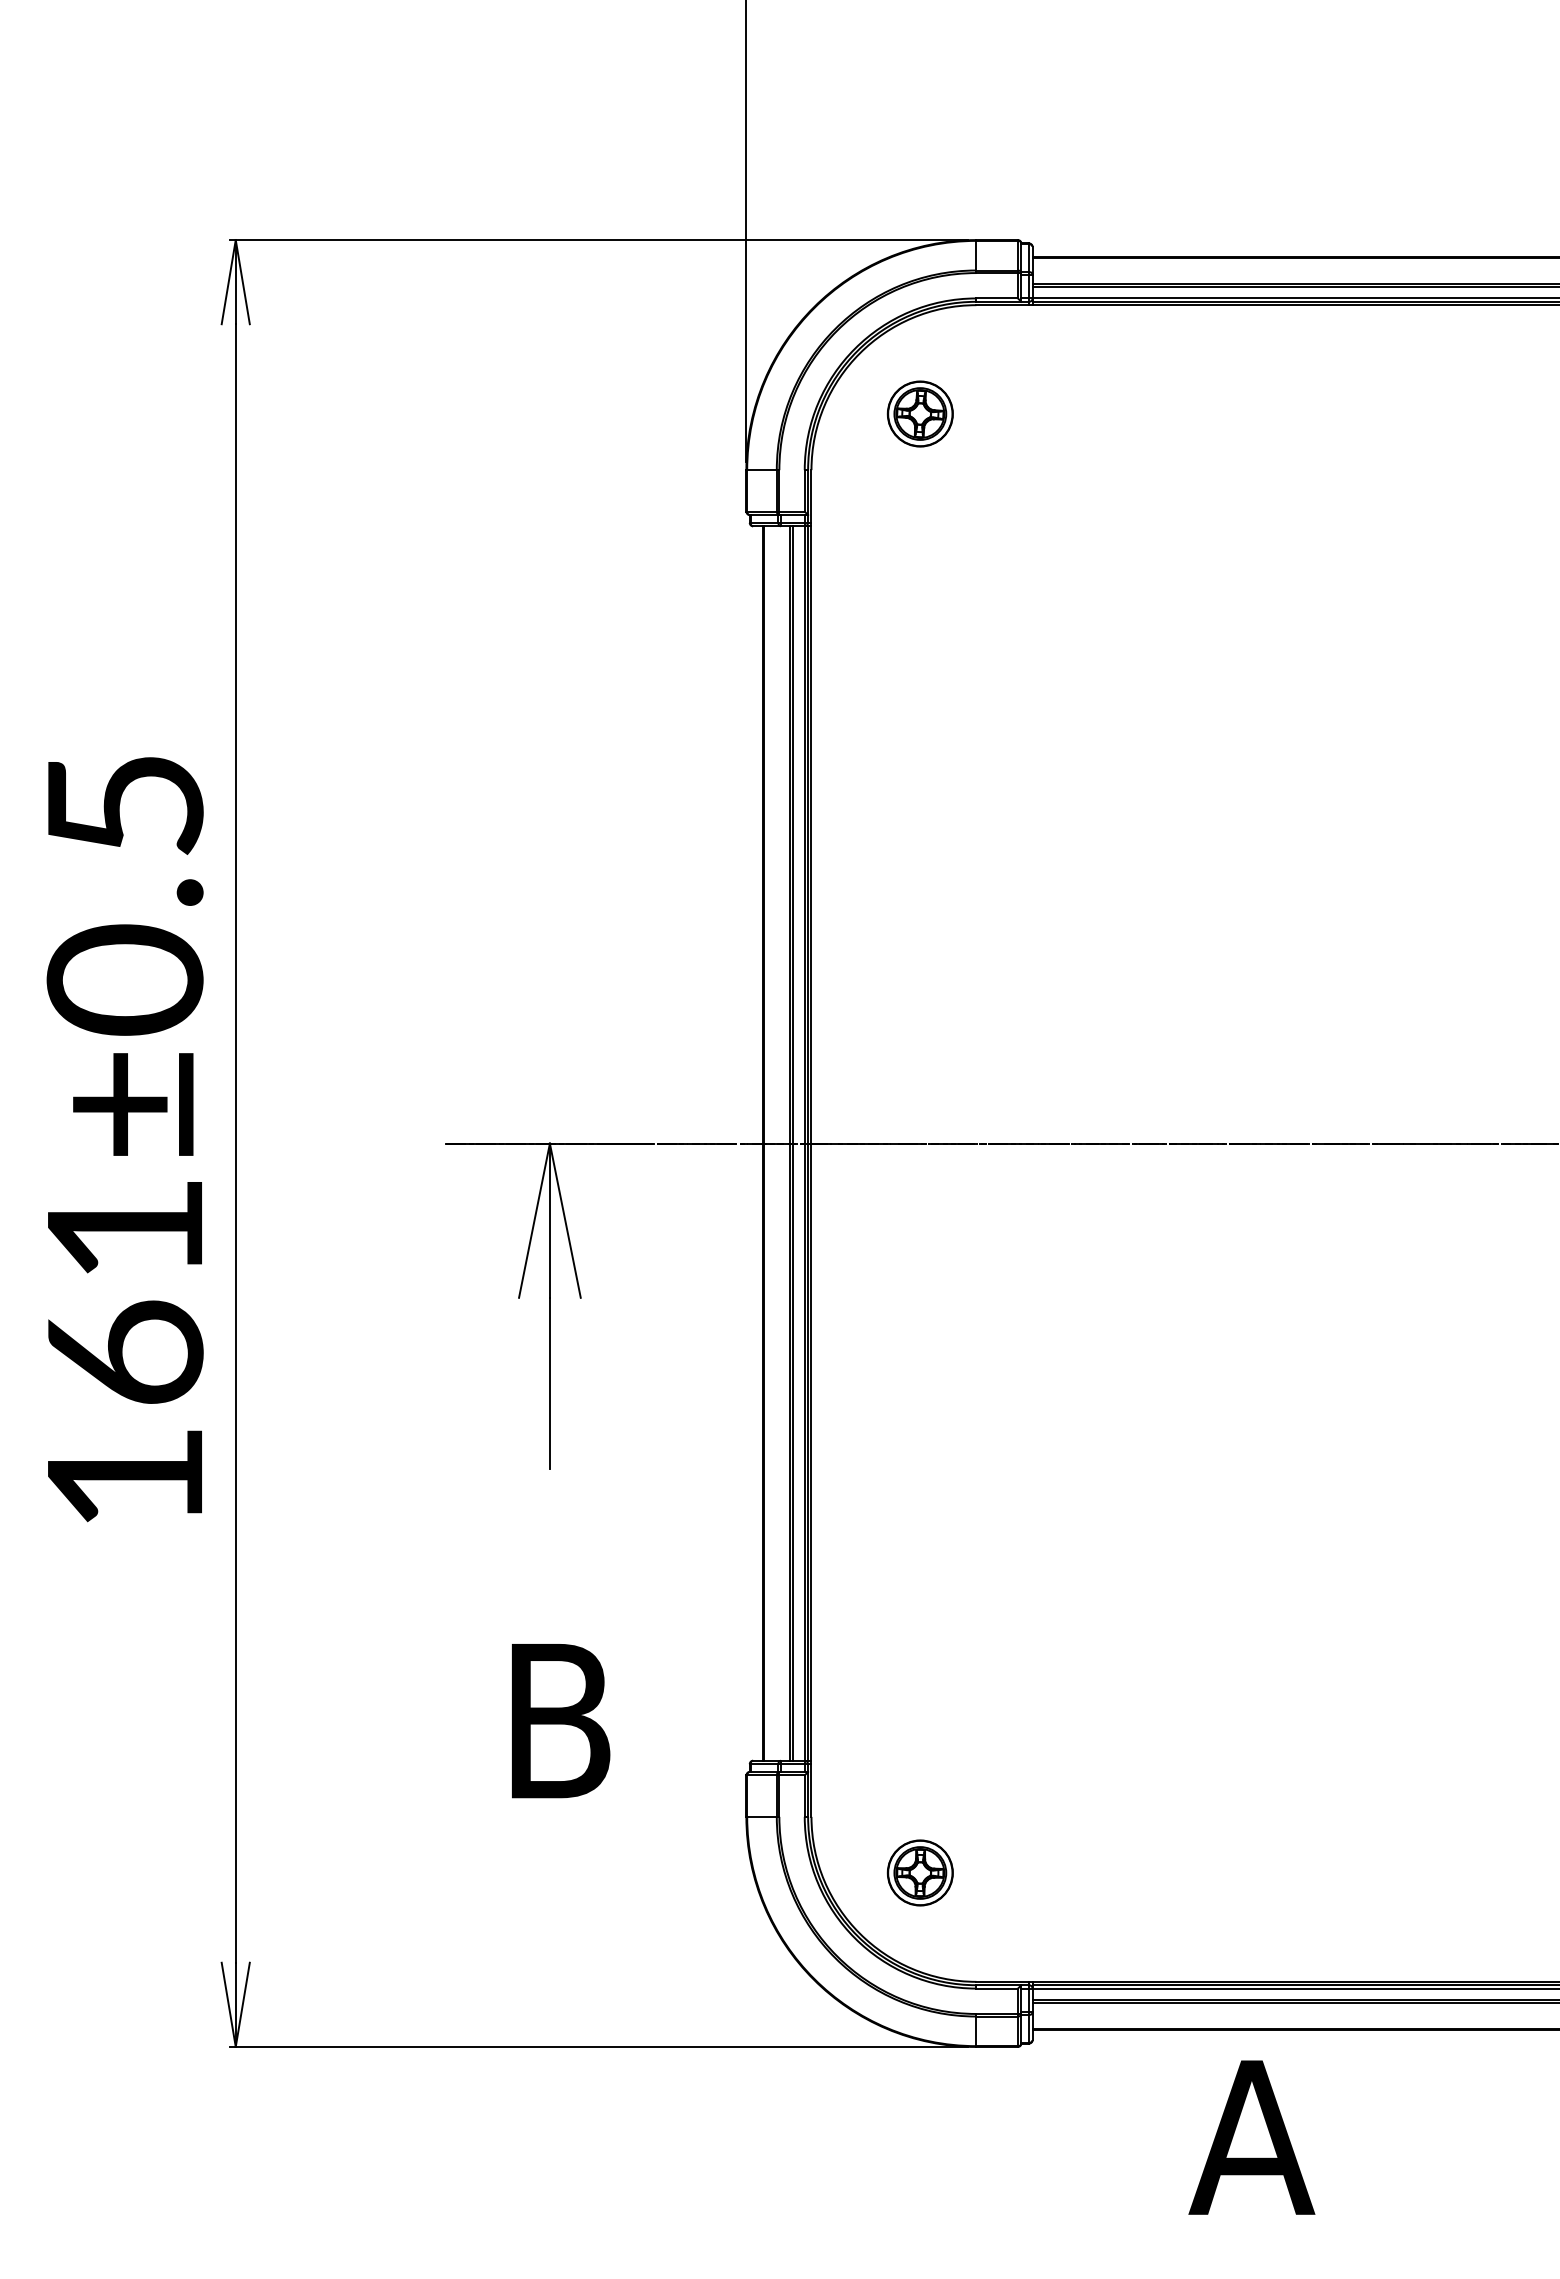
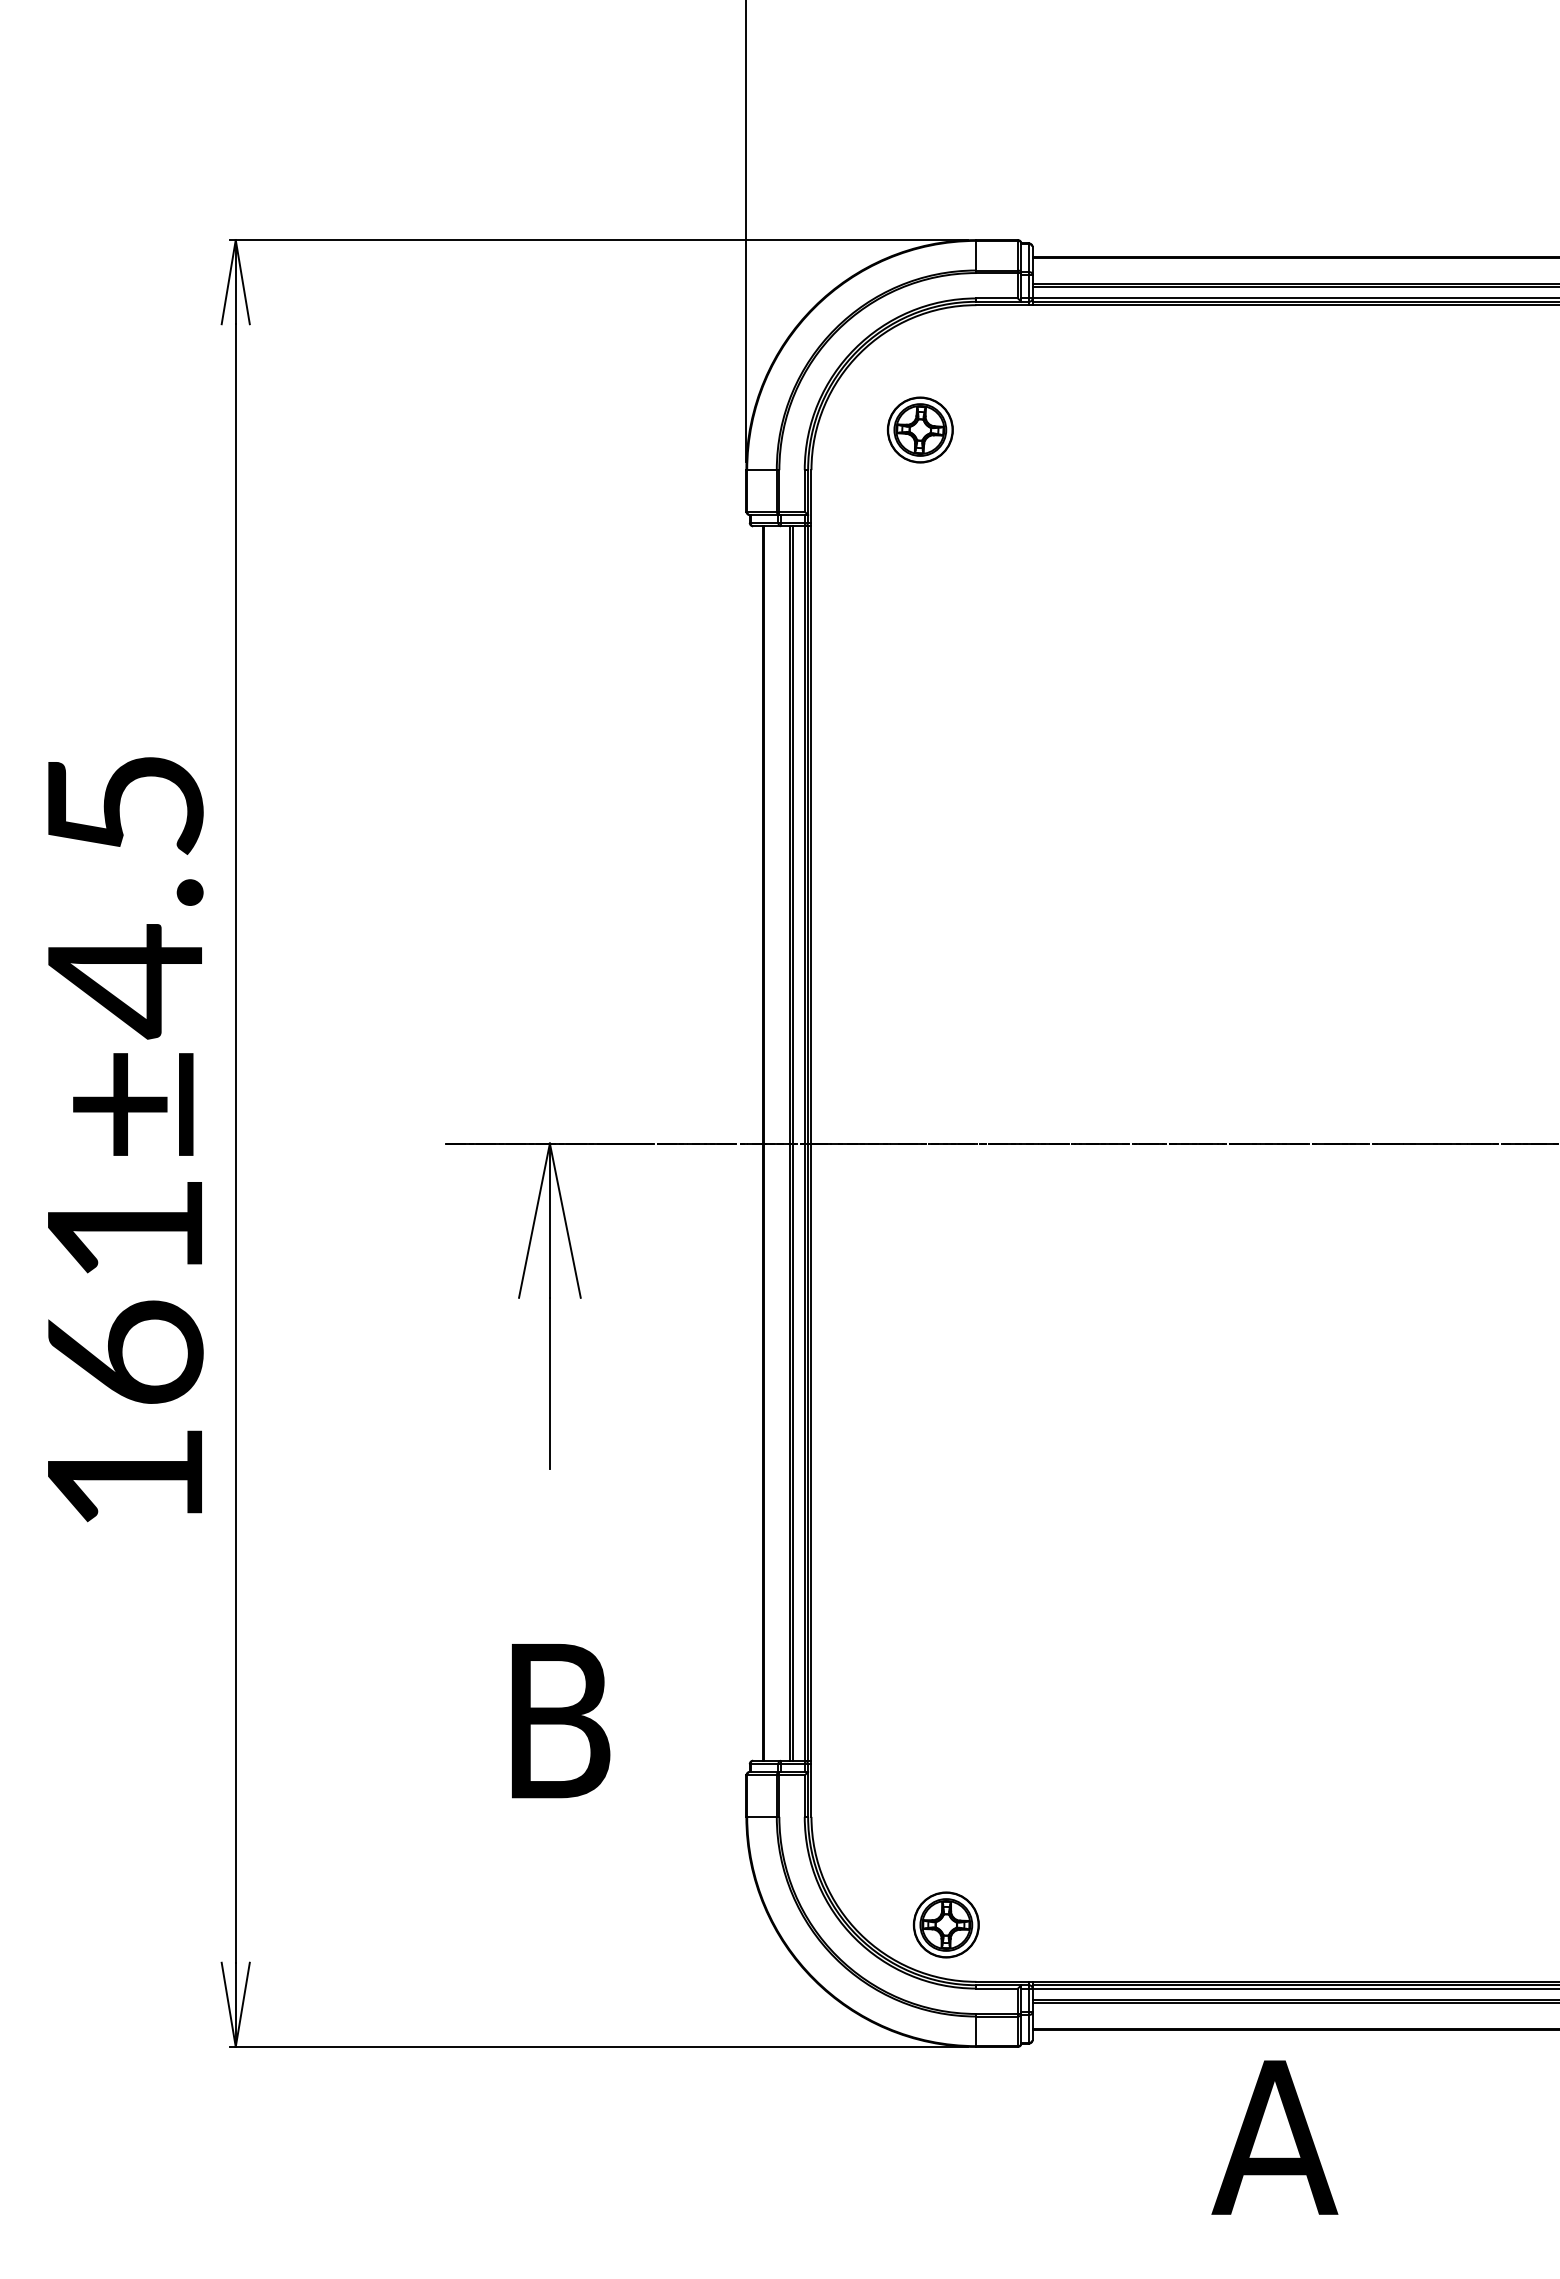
part at (919, 413) position: (919, 413) -> (919, 429)
text at (124, 981): 161±0.5 -> 161±4.5
part at (919, 1872) position: (919, 1872) -> (945, 1924)
text at (1251, 2137) position: (1251, 2137) -> (1274, 2137)
